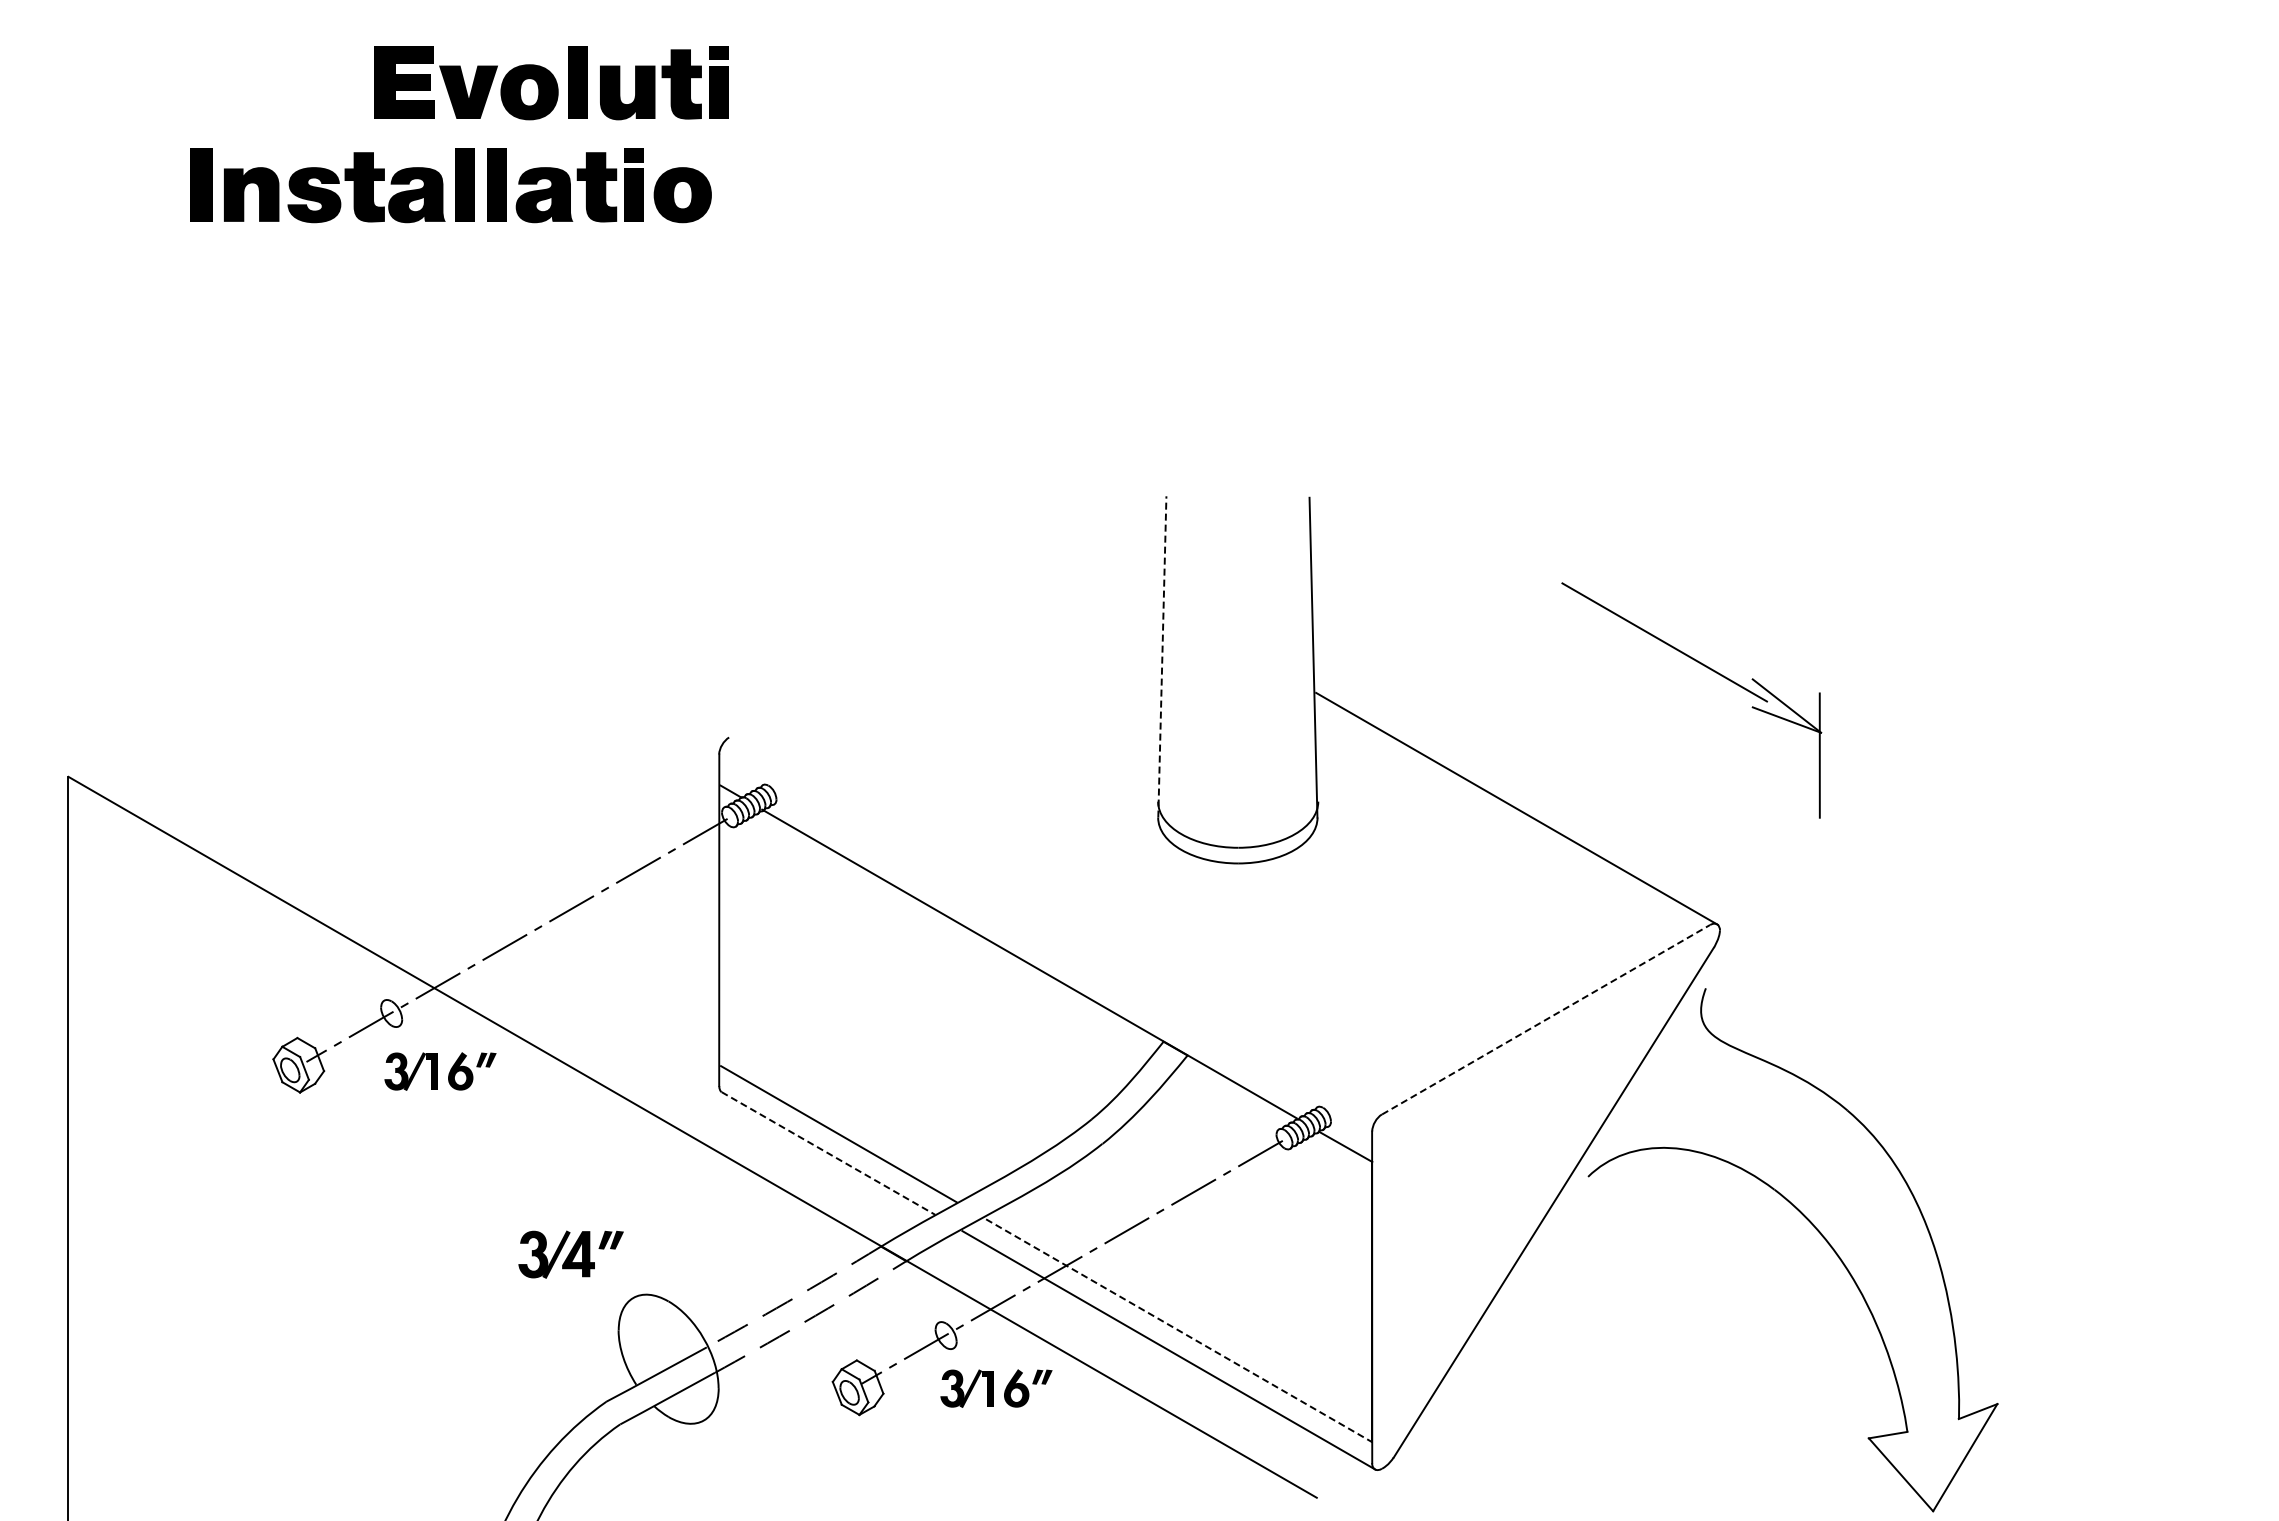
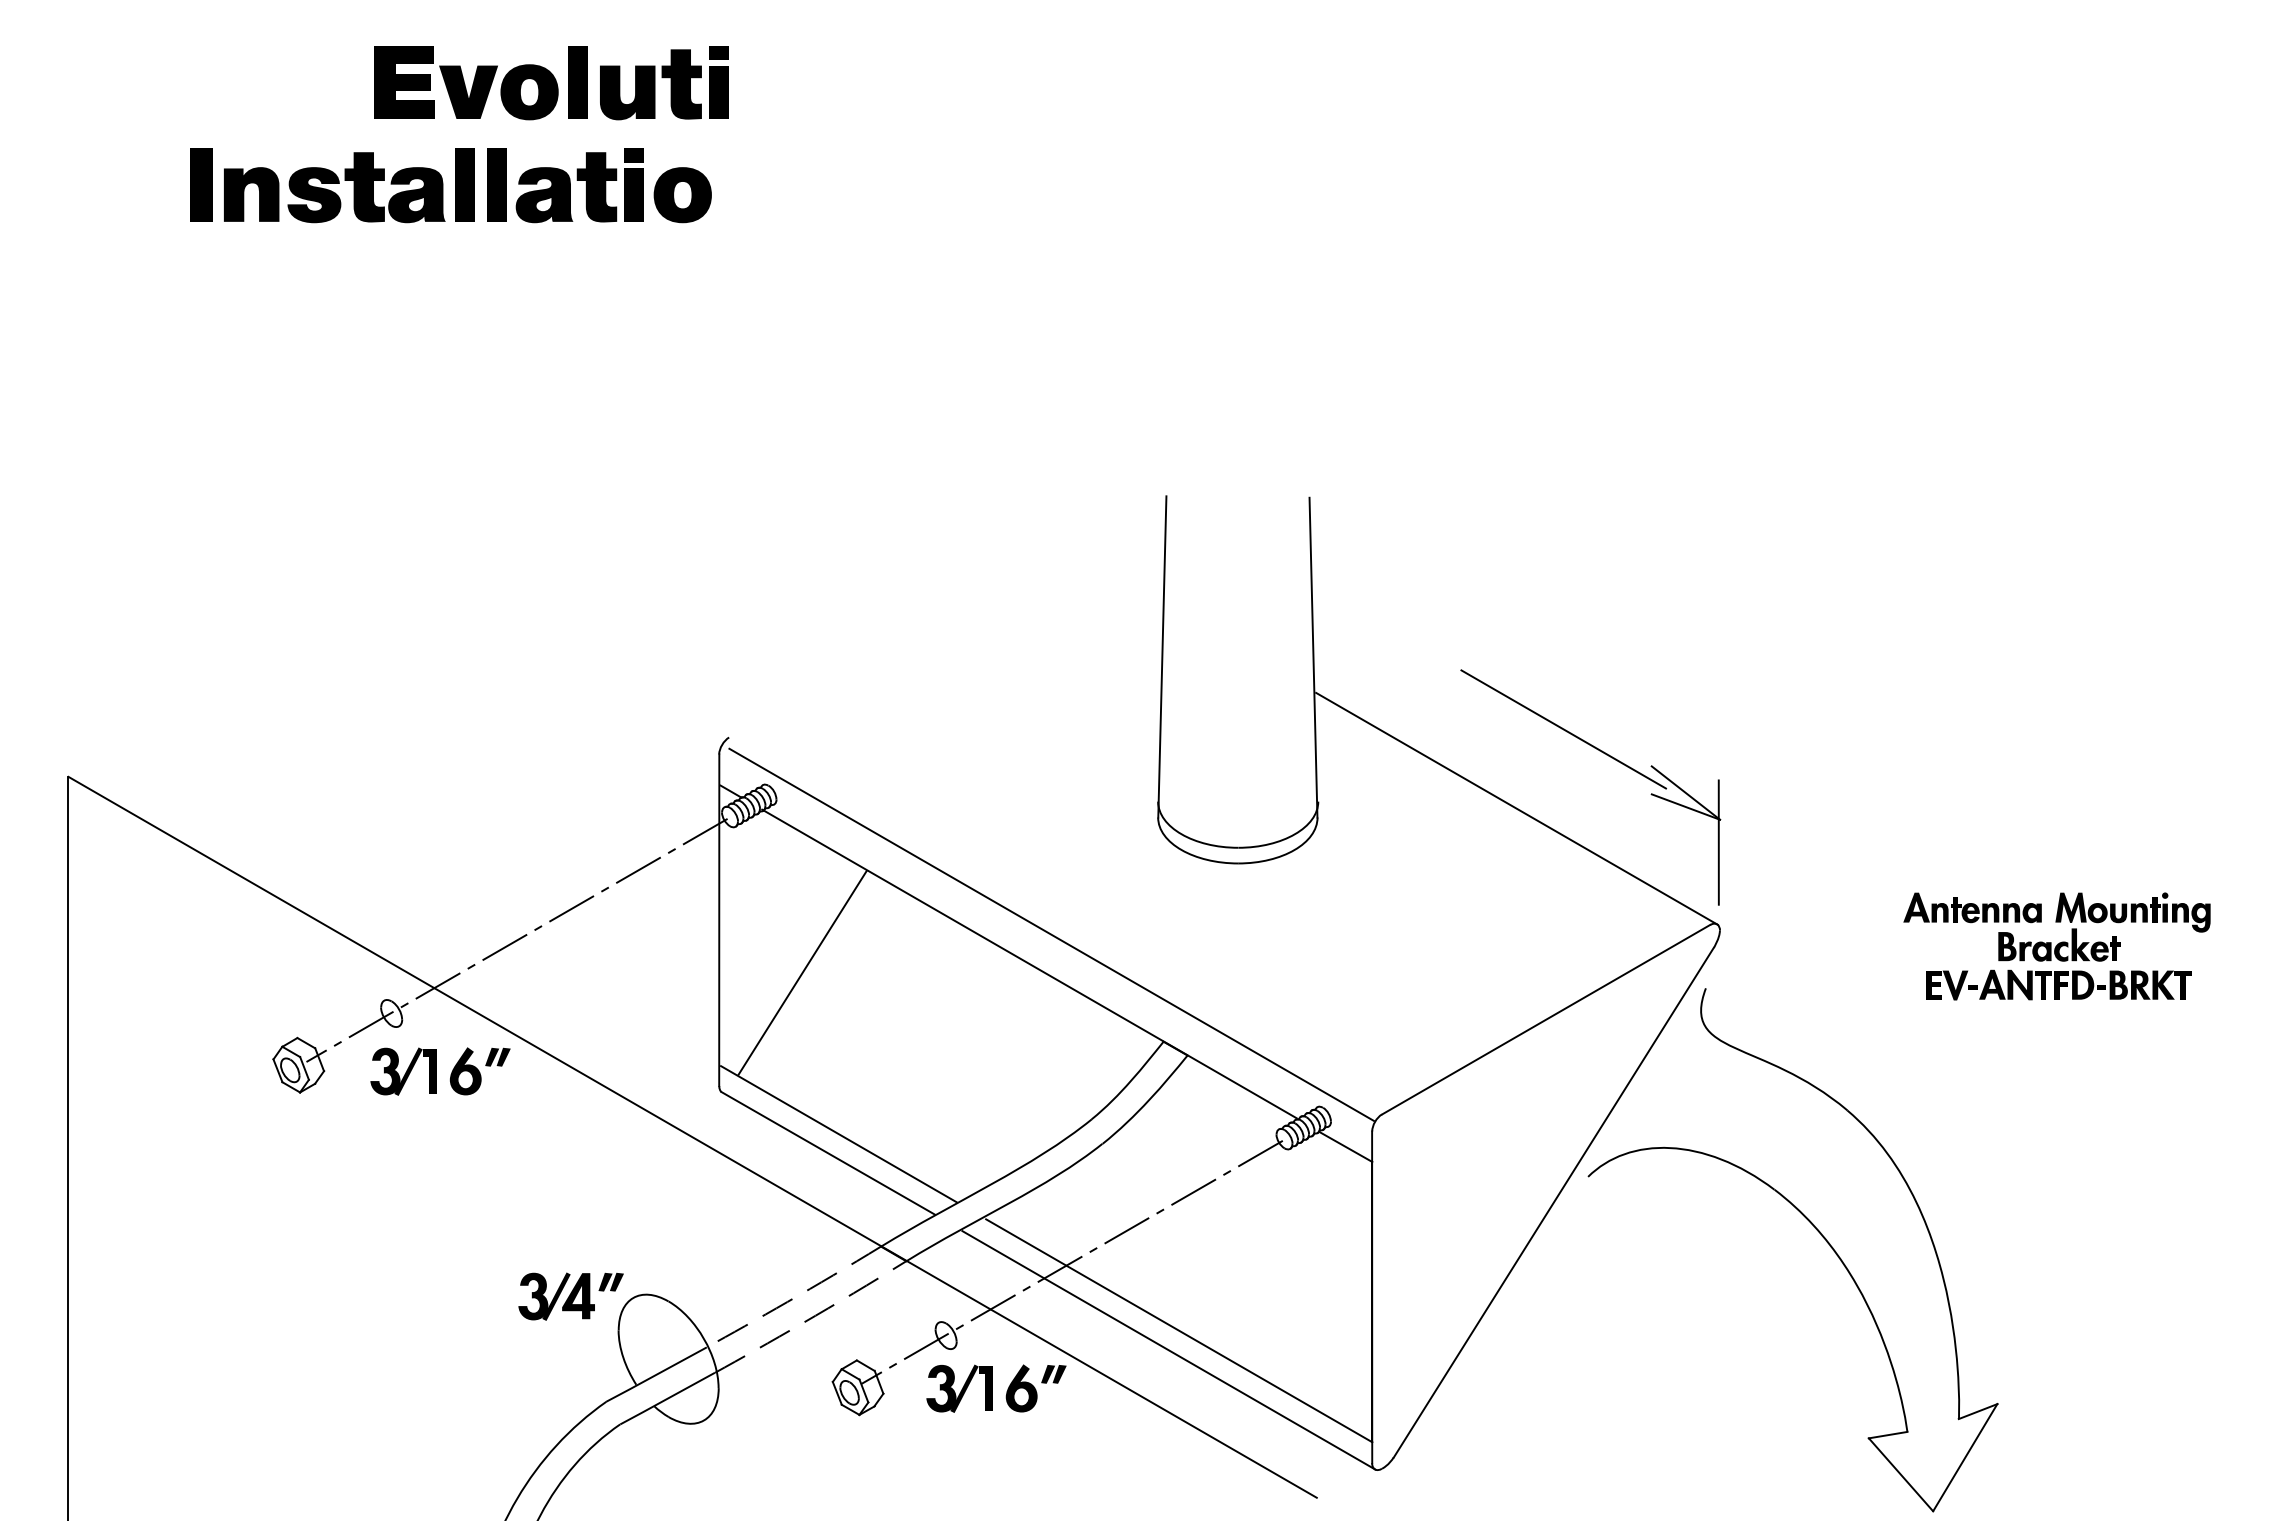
line at (1162, 656): dashed -> solid
part at (1707, 668) position: (1707, 668) -> (1606, 755)
line at (1051, 934): none -> present
part at (2056, 946): none -> present
line at (802, 972): none -> present
line at (1546, 1019): dashed -> solid
part at (440, 1071) size: 113x39 px -> 141x49 px
line at (828, 1153): dashed -> solid
part at (570, 1254) position: (570, 1254) -> (570, 1296)
line at (1179, 1330): dashed -> solid
part at (996, 1388) size: 113x39 px -> 141x49 px
